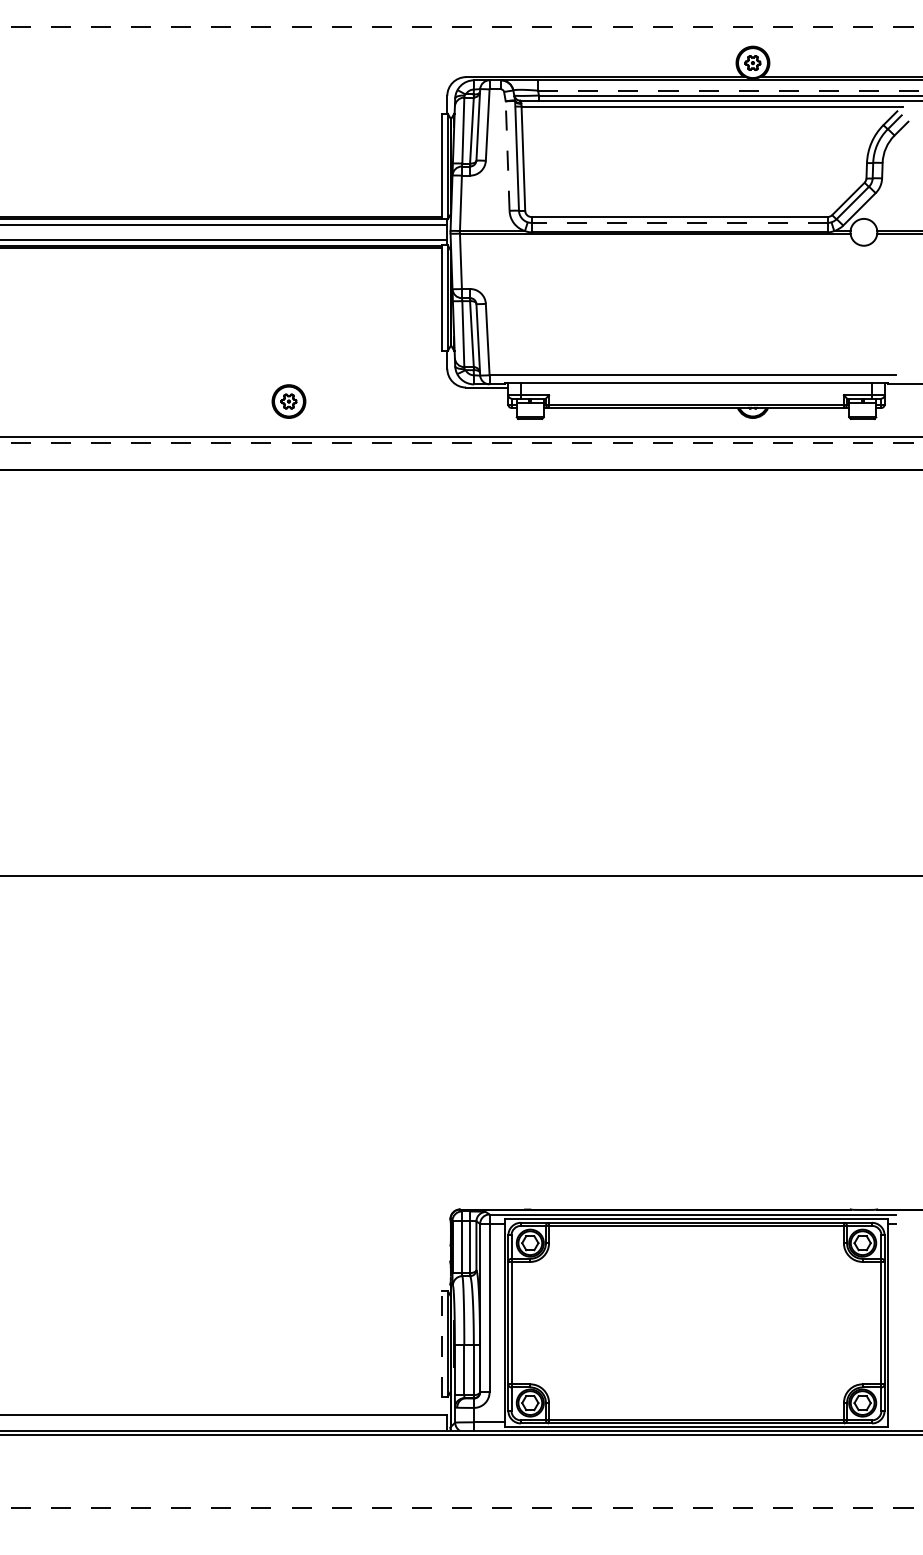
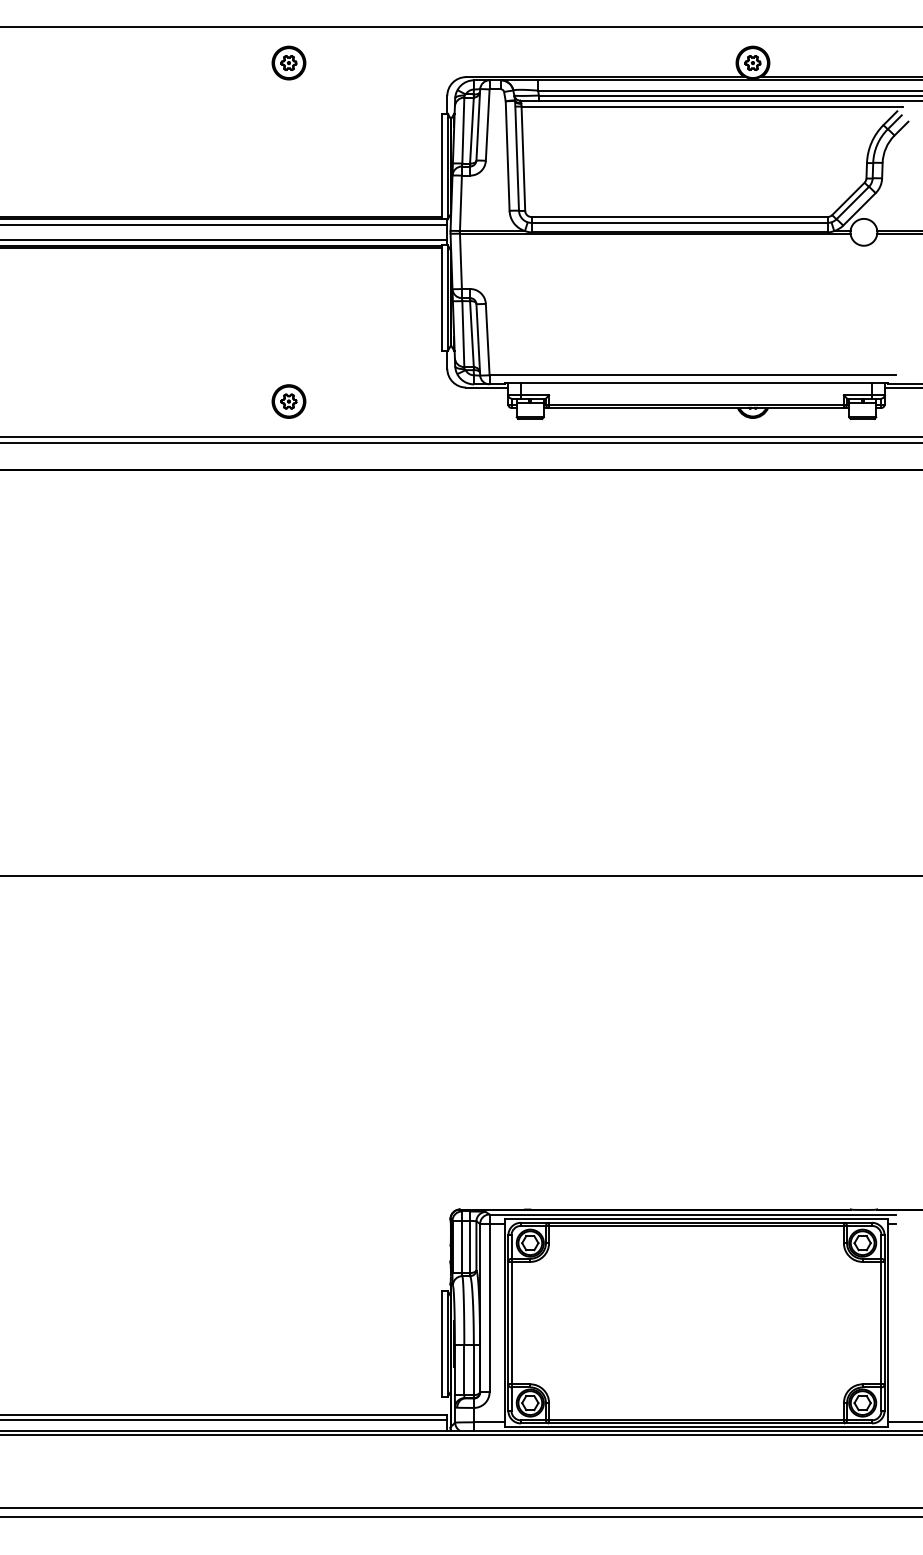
line at (461, 27): dashed -> solid
part at (288, 62): none -> present
line at (730, 90): dashed -> solid
line at (507, 156): dashed -> solid
line at (679, 222): dashed -> solid
line at (901, 387): none -> present
line at (461, 443): dashed -> solid
line at (441, 1343): dashed -> solid
line at (224, 1420): none -> present
line at (903, 1422): none -> present
line at (461, 1508): dashed -> solid
line at (460, 1516): none -> present
